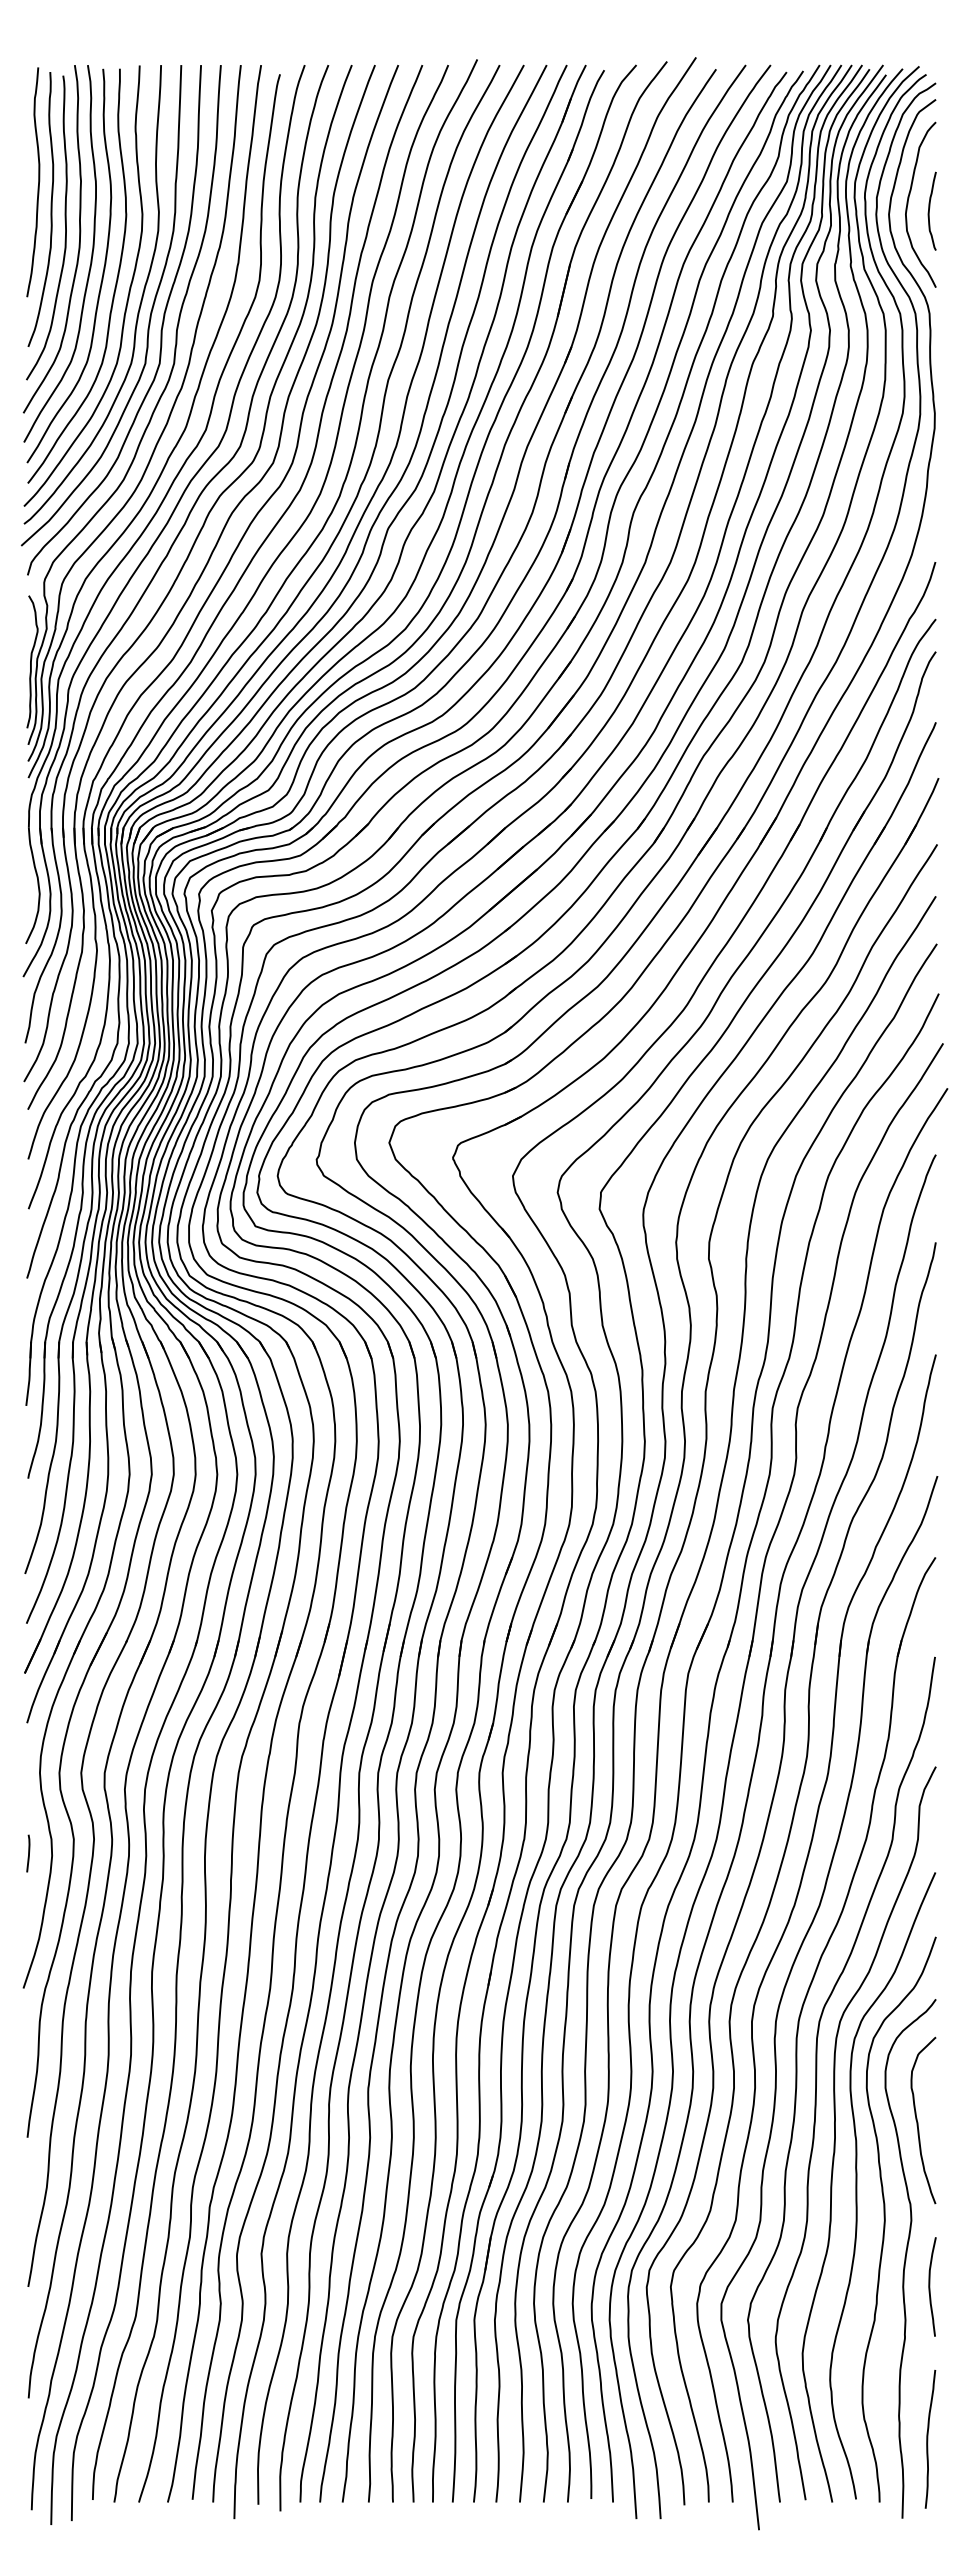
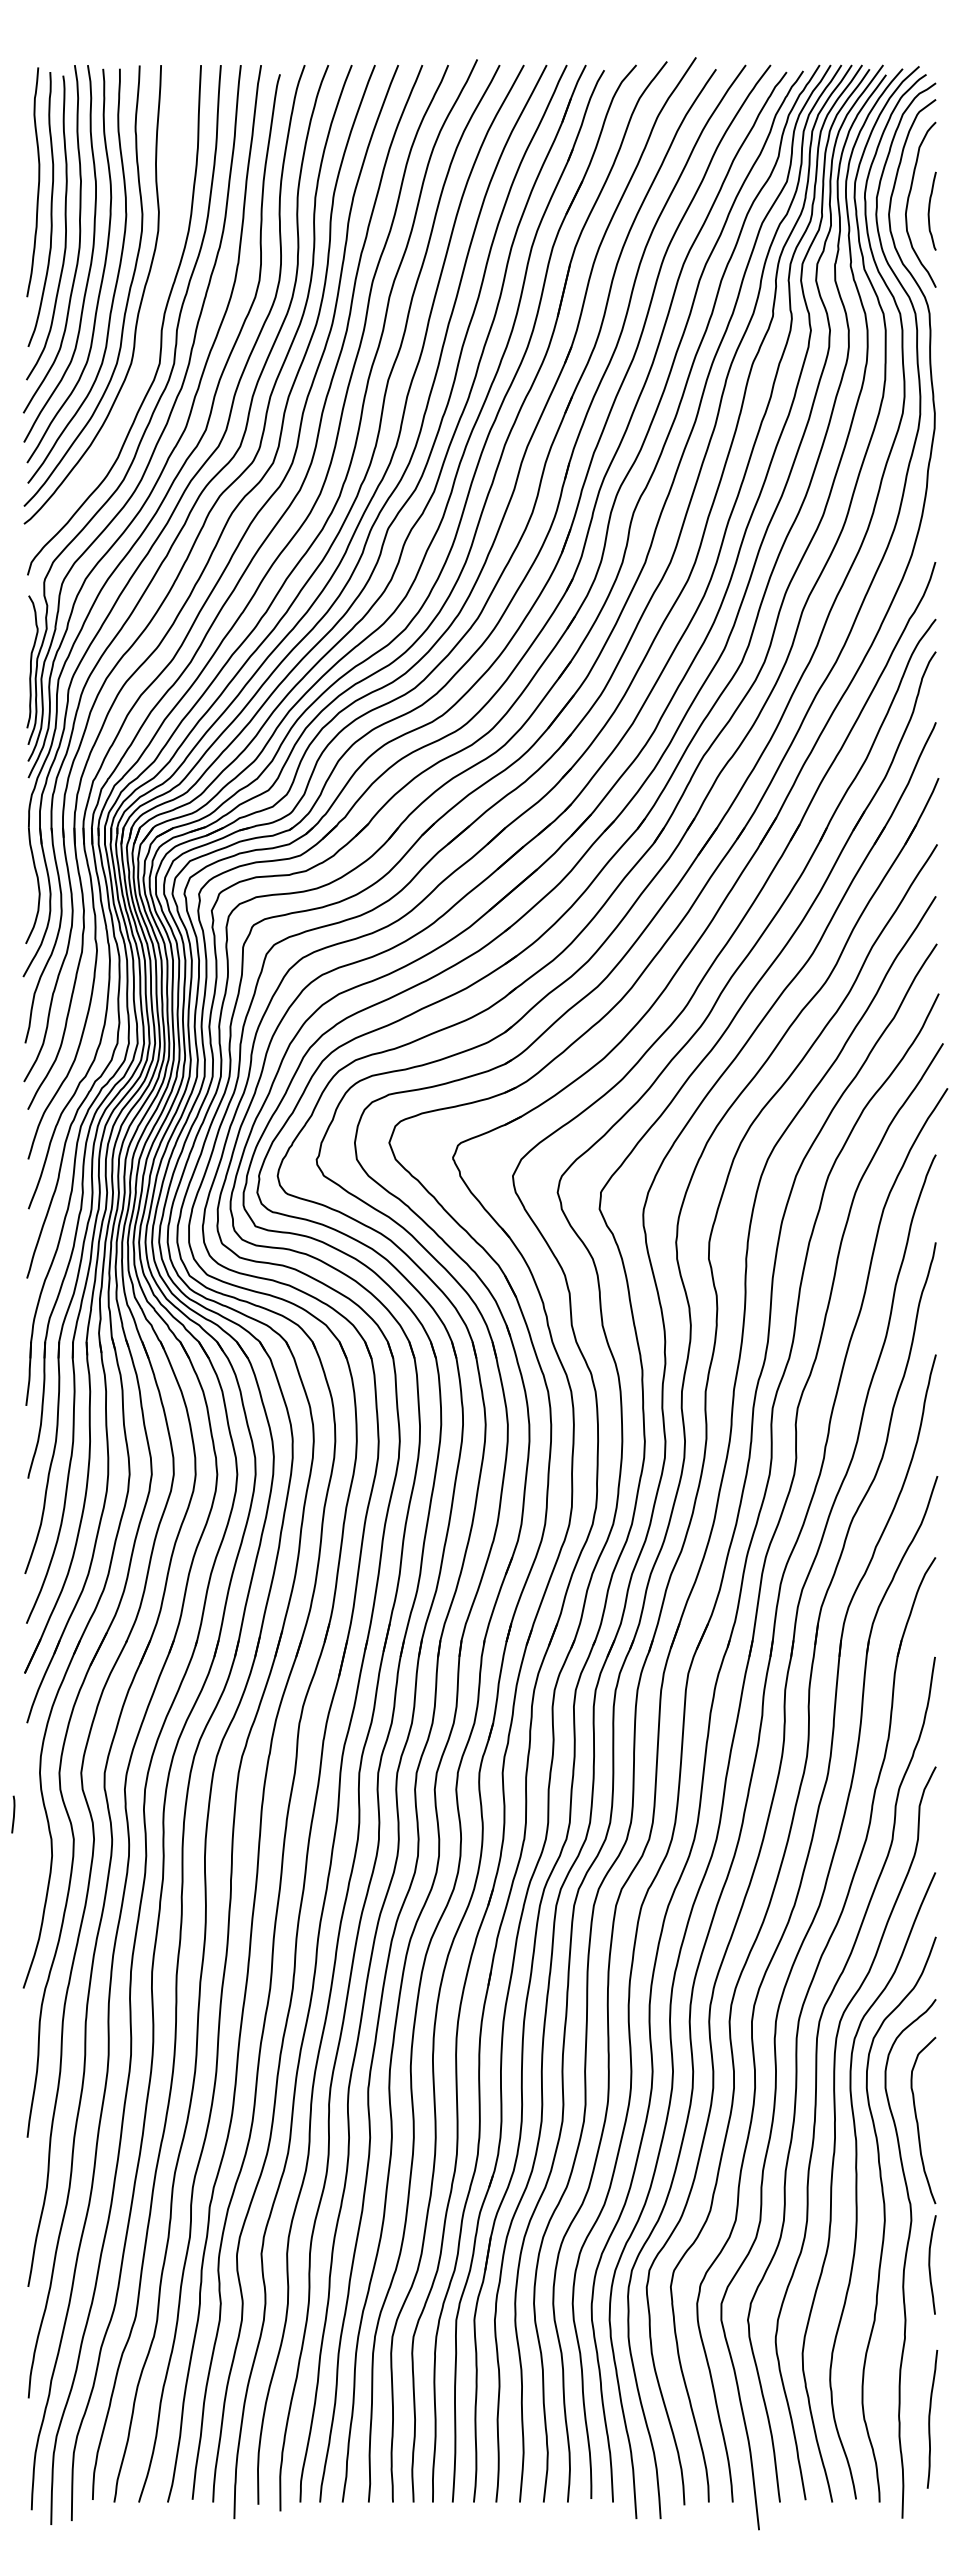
curve at (149, 315): present -> none
line at (28, 1853) position: (28, 1853) -> (13, 1814)
curve at (930, 2286) position: (930, 2286) -> (930, 2264)
curve at (928, 2439) position: (928, 2439) -> (930, 2419)
